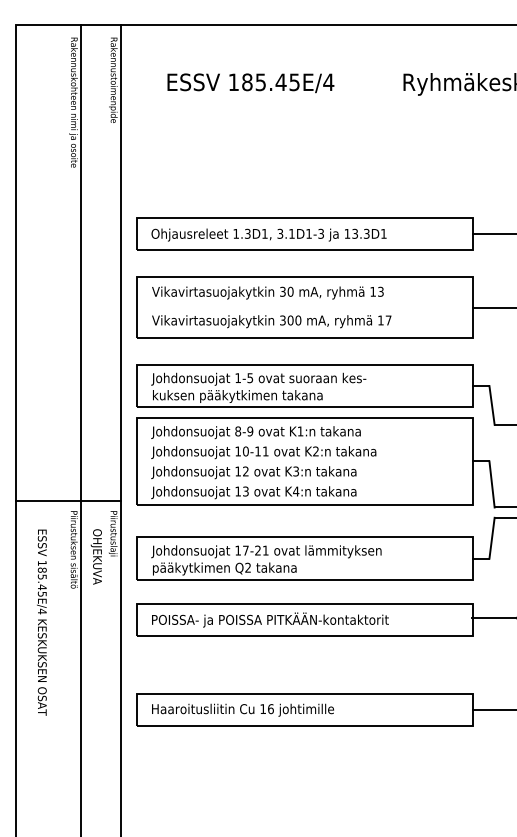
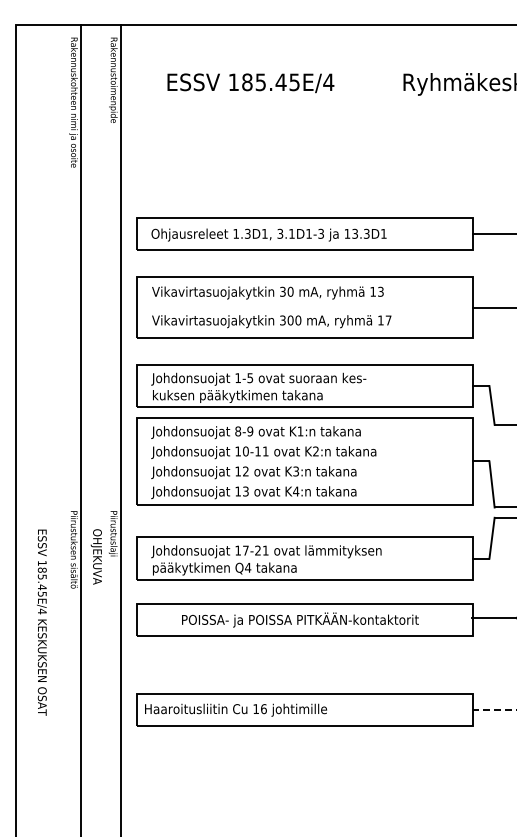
line at (67, 500): present -> none
text at (248, 567): Q2 -> Q4
text at (270, 619) position: (270, 619) -> (300, 619)
text at (242, 709) position: (242, 709) -> (235, 709)
line at (494, 709): solid -> dashed
